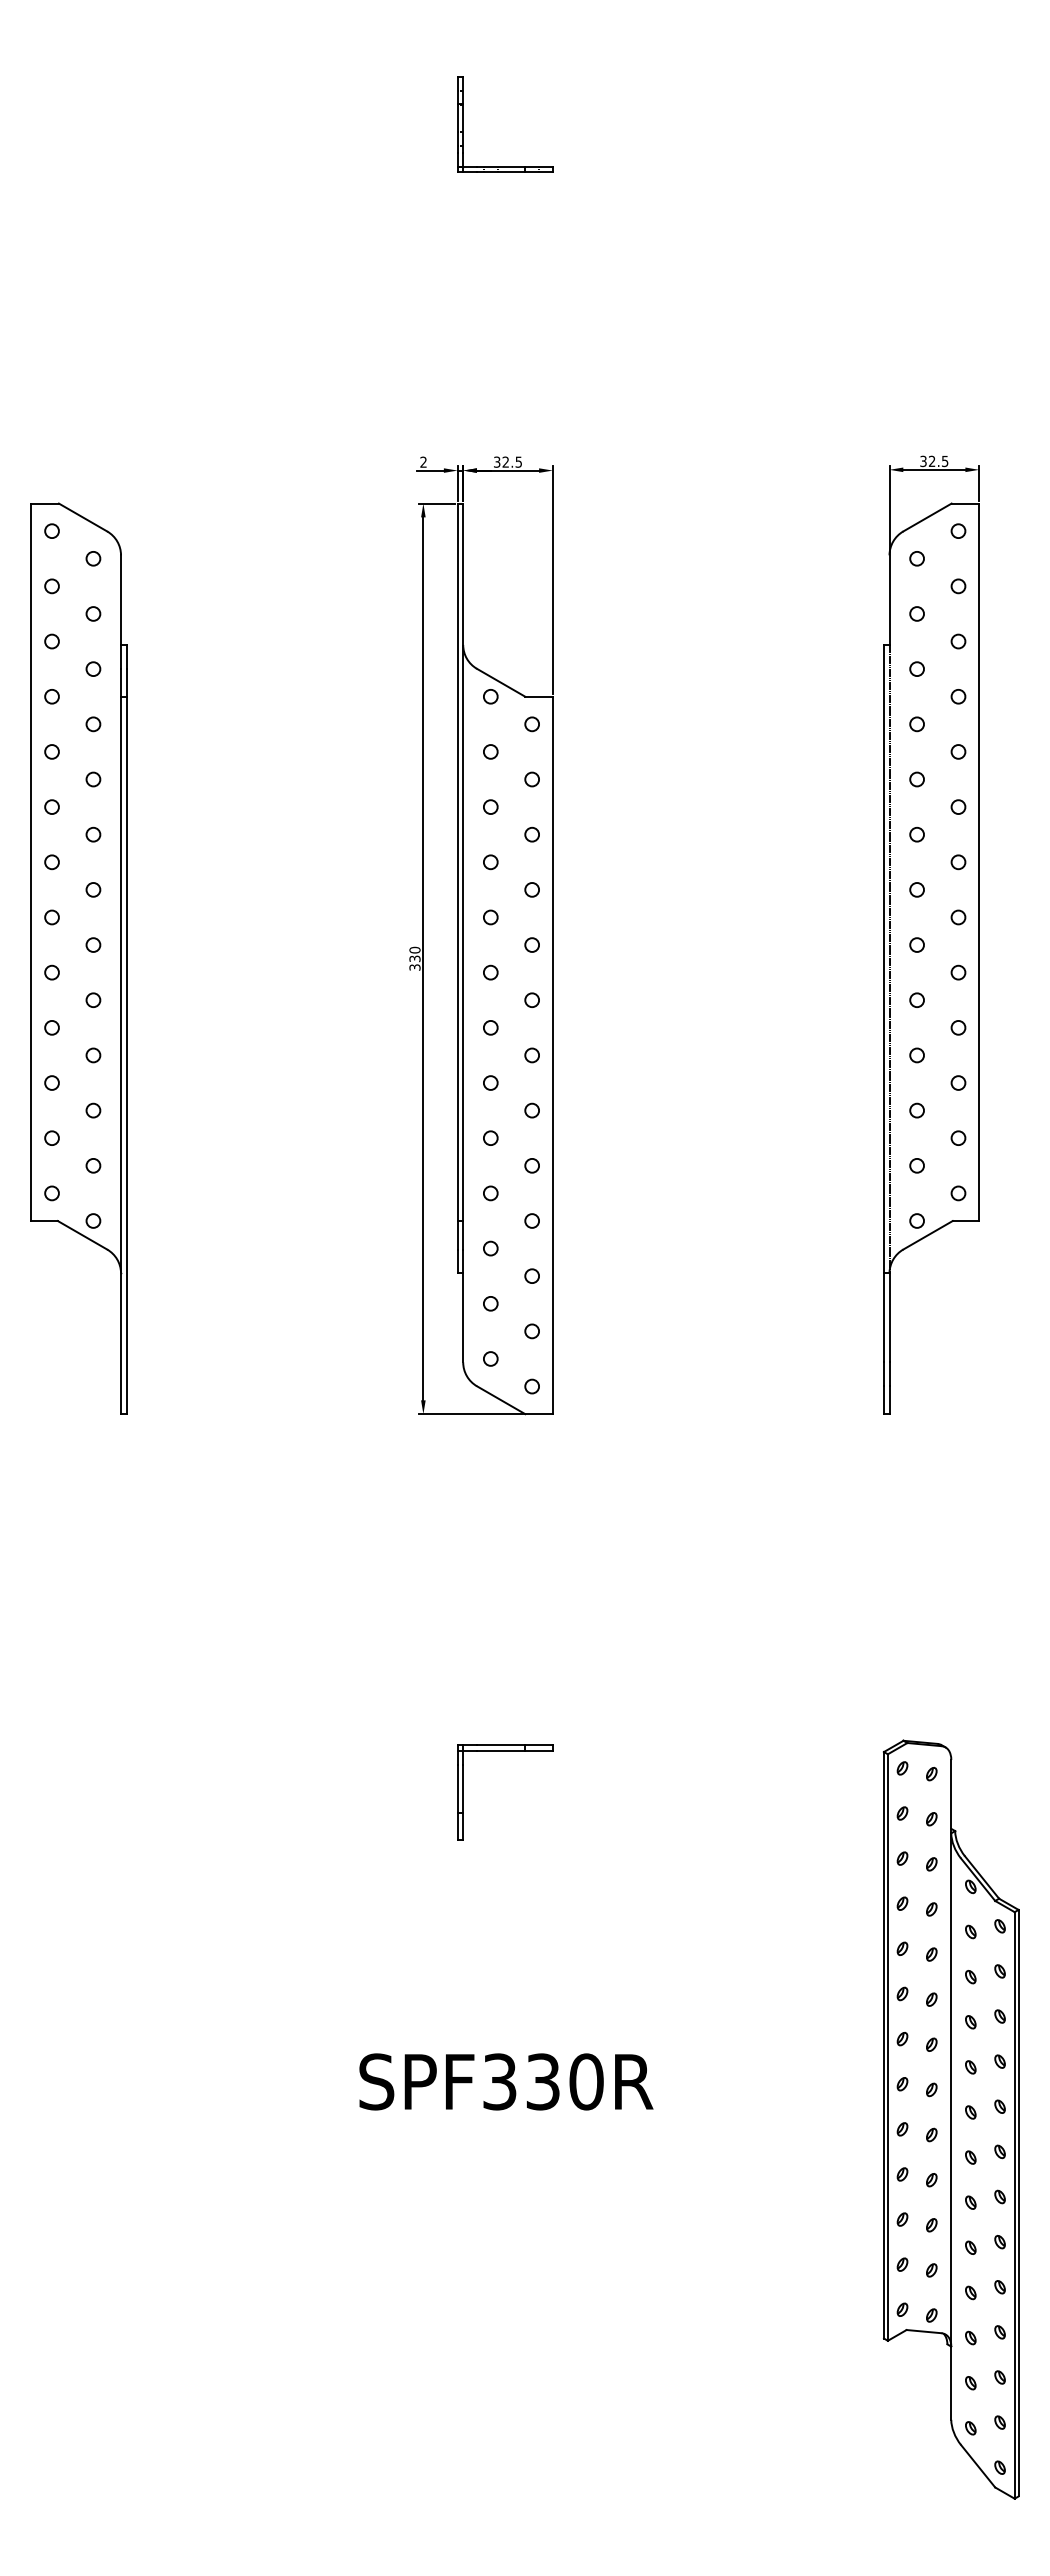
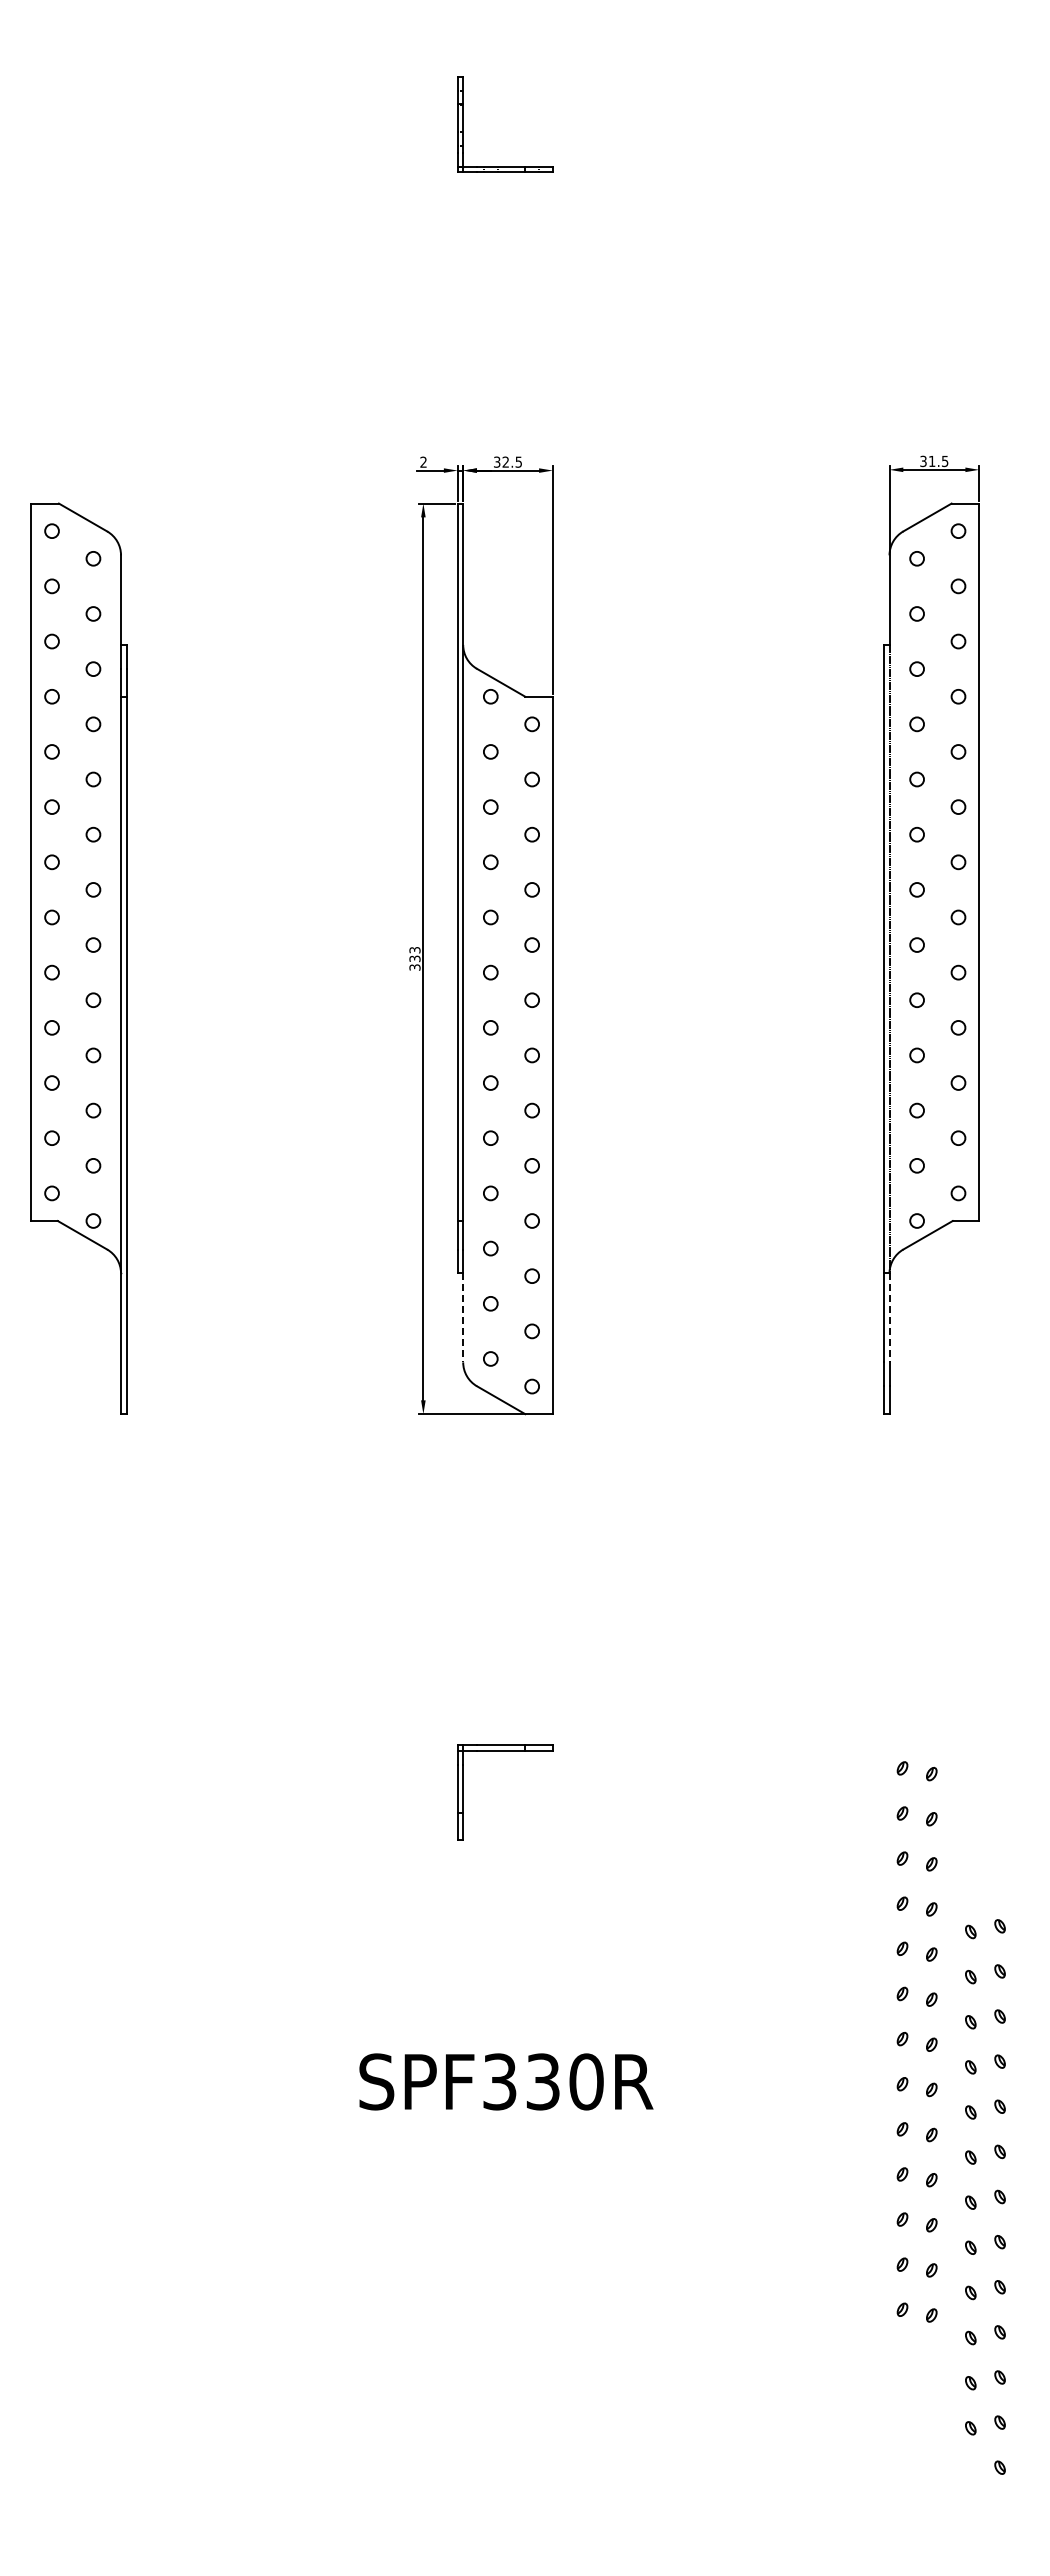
text at (931, 460): 32.5 -> 31.5
text at (414, 949): 330 -> 333
line at (463, 1317): solid -> dashed
line at (889, 1317): solid -> dashed
part at (951, 2119): present -> none
